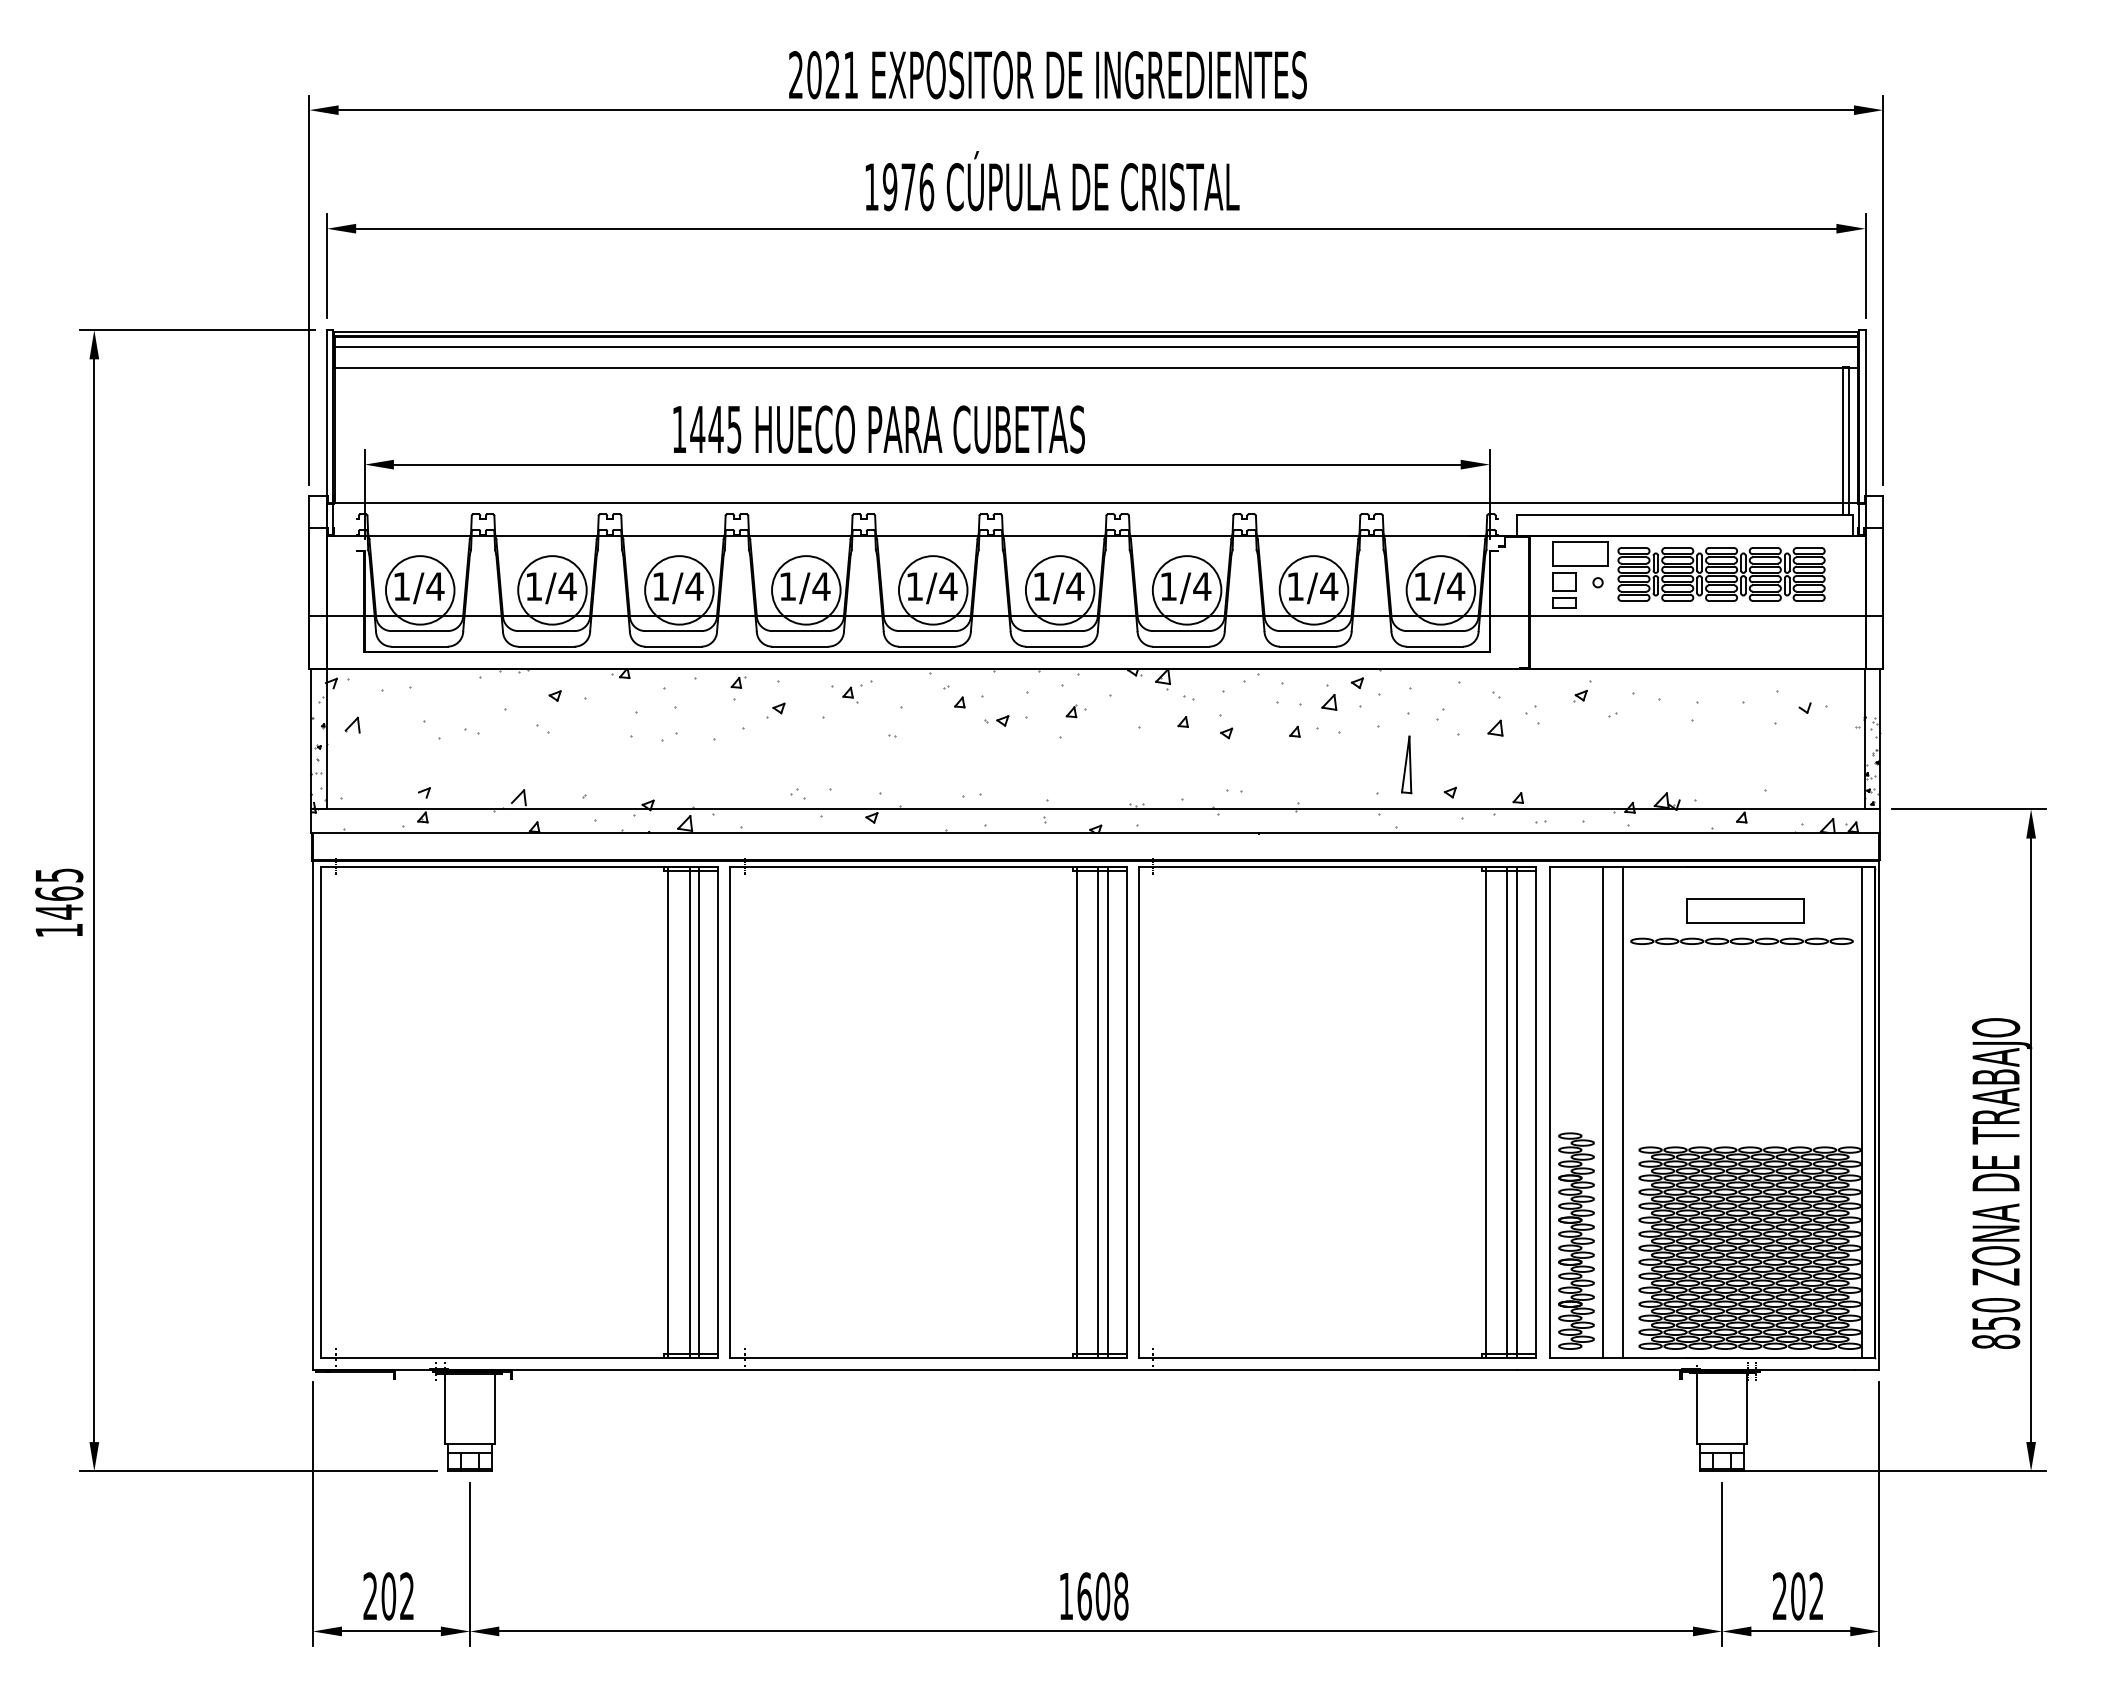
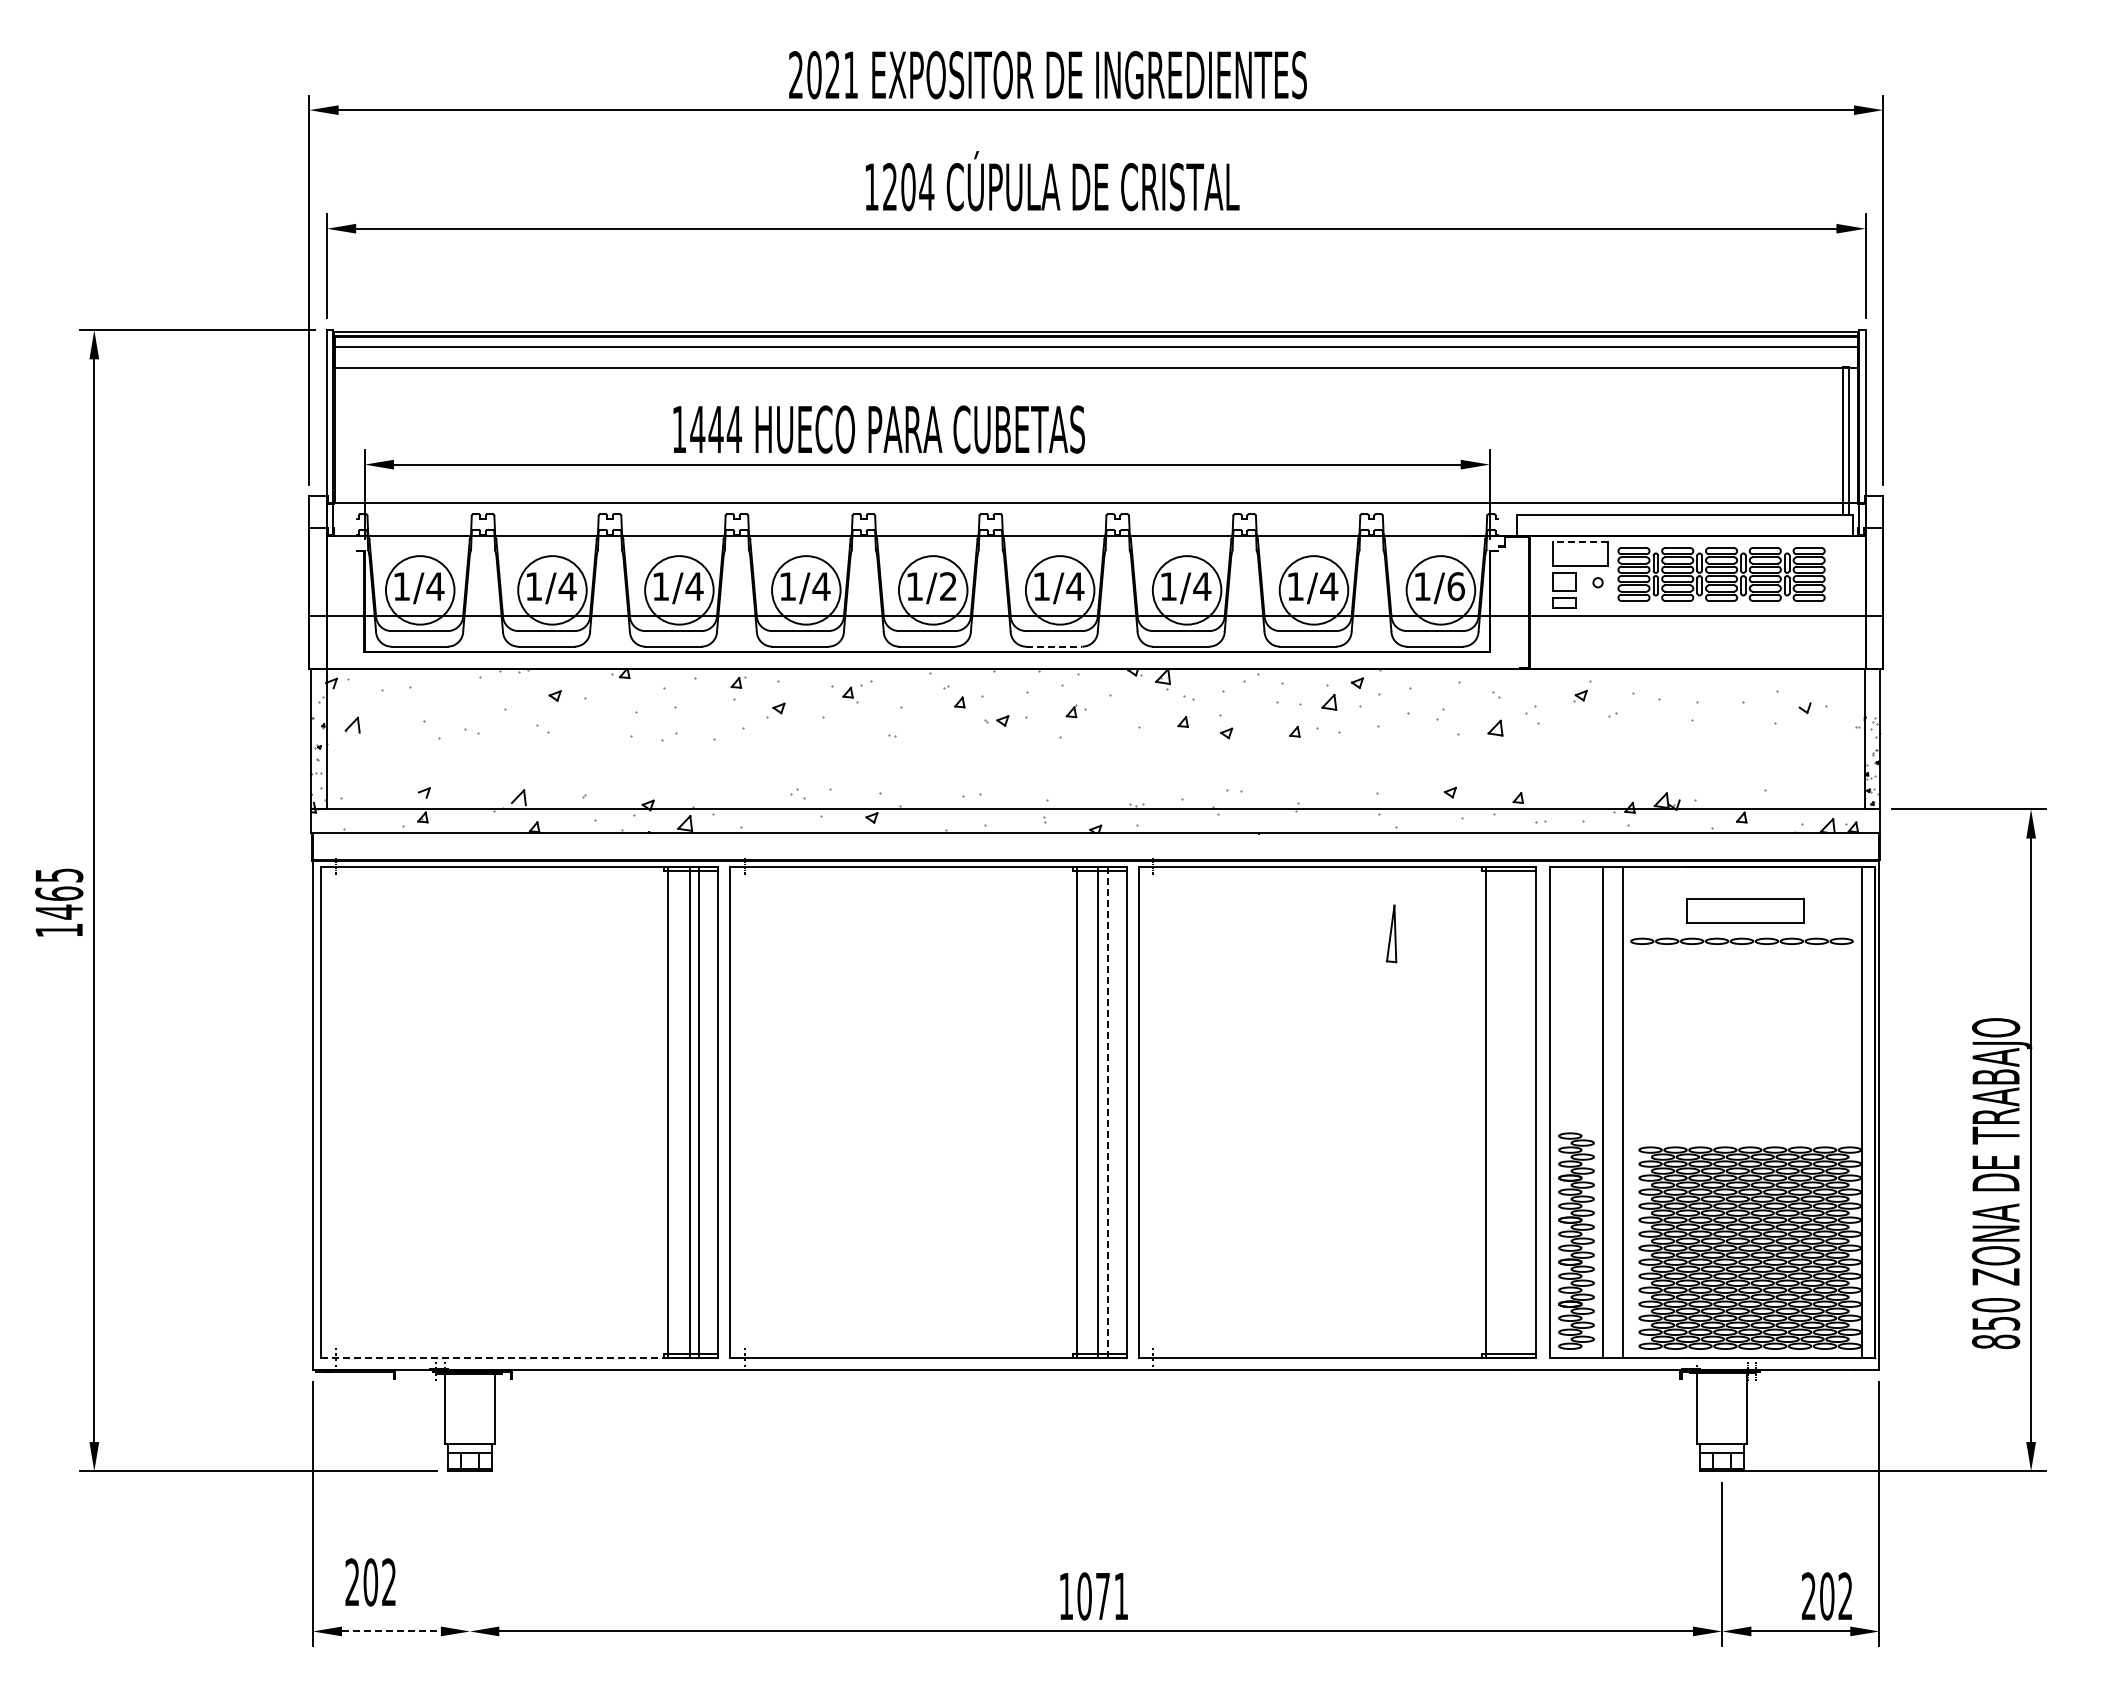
text at (908, 187): 1976 -> 1204
text at (734, 429): 1445 -> 1444
line at (1580, 542): solid -> dashed
text at (948, 586): 1/4 -> 1/2
text at (1456, 586): 1/4 -> 1/6
line at (1054, 646): solid -> dashed
part at (1406, 764) position: (1406, 764) -> (1391, 933)
line at (1107, 1112): solid -> dashed
line at (1507, 1112): present -> none
line at (1516, 1112): present -> none
line at (519, 1358): solid -> dashed
line at (470, 1564): present -> none
text at (388, 1596) position: (388, 1596) -> (370, 1582)
text at (1102, 1596): 1608 -> 1071
text at (1797, 1596) position: (1797, 1596) -> (1826, 1596)
line at (391, 1631): solid -> dashed
